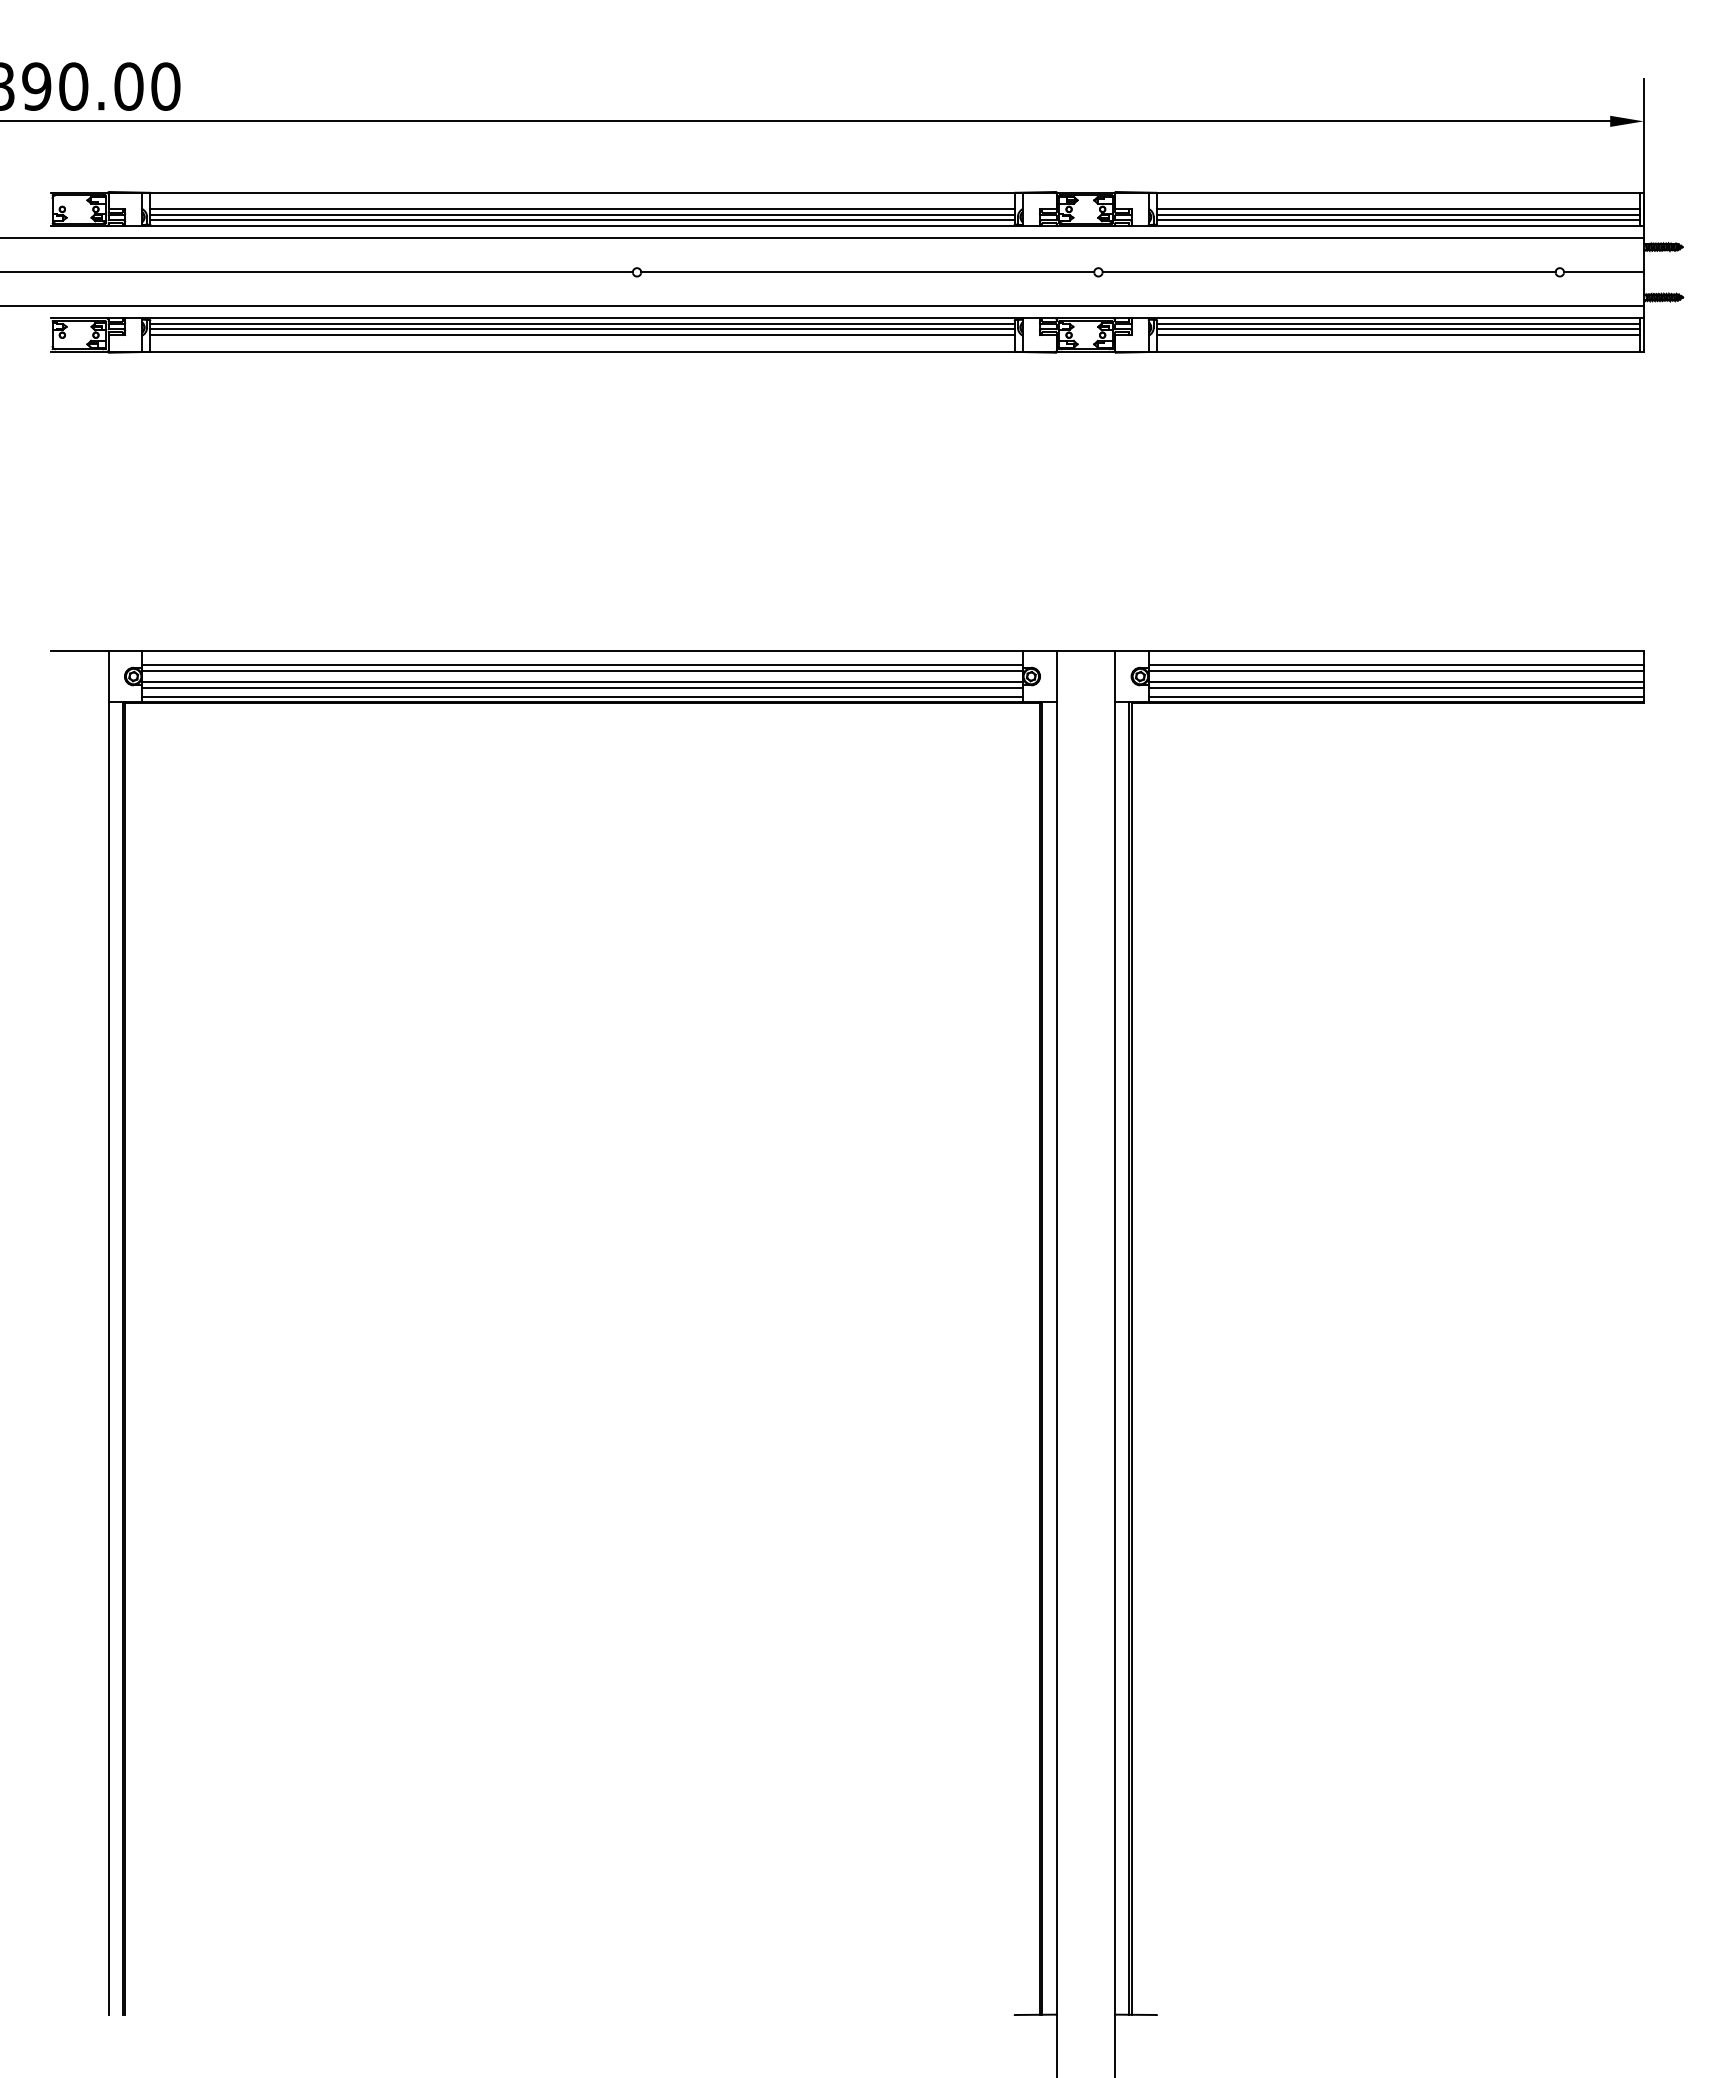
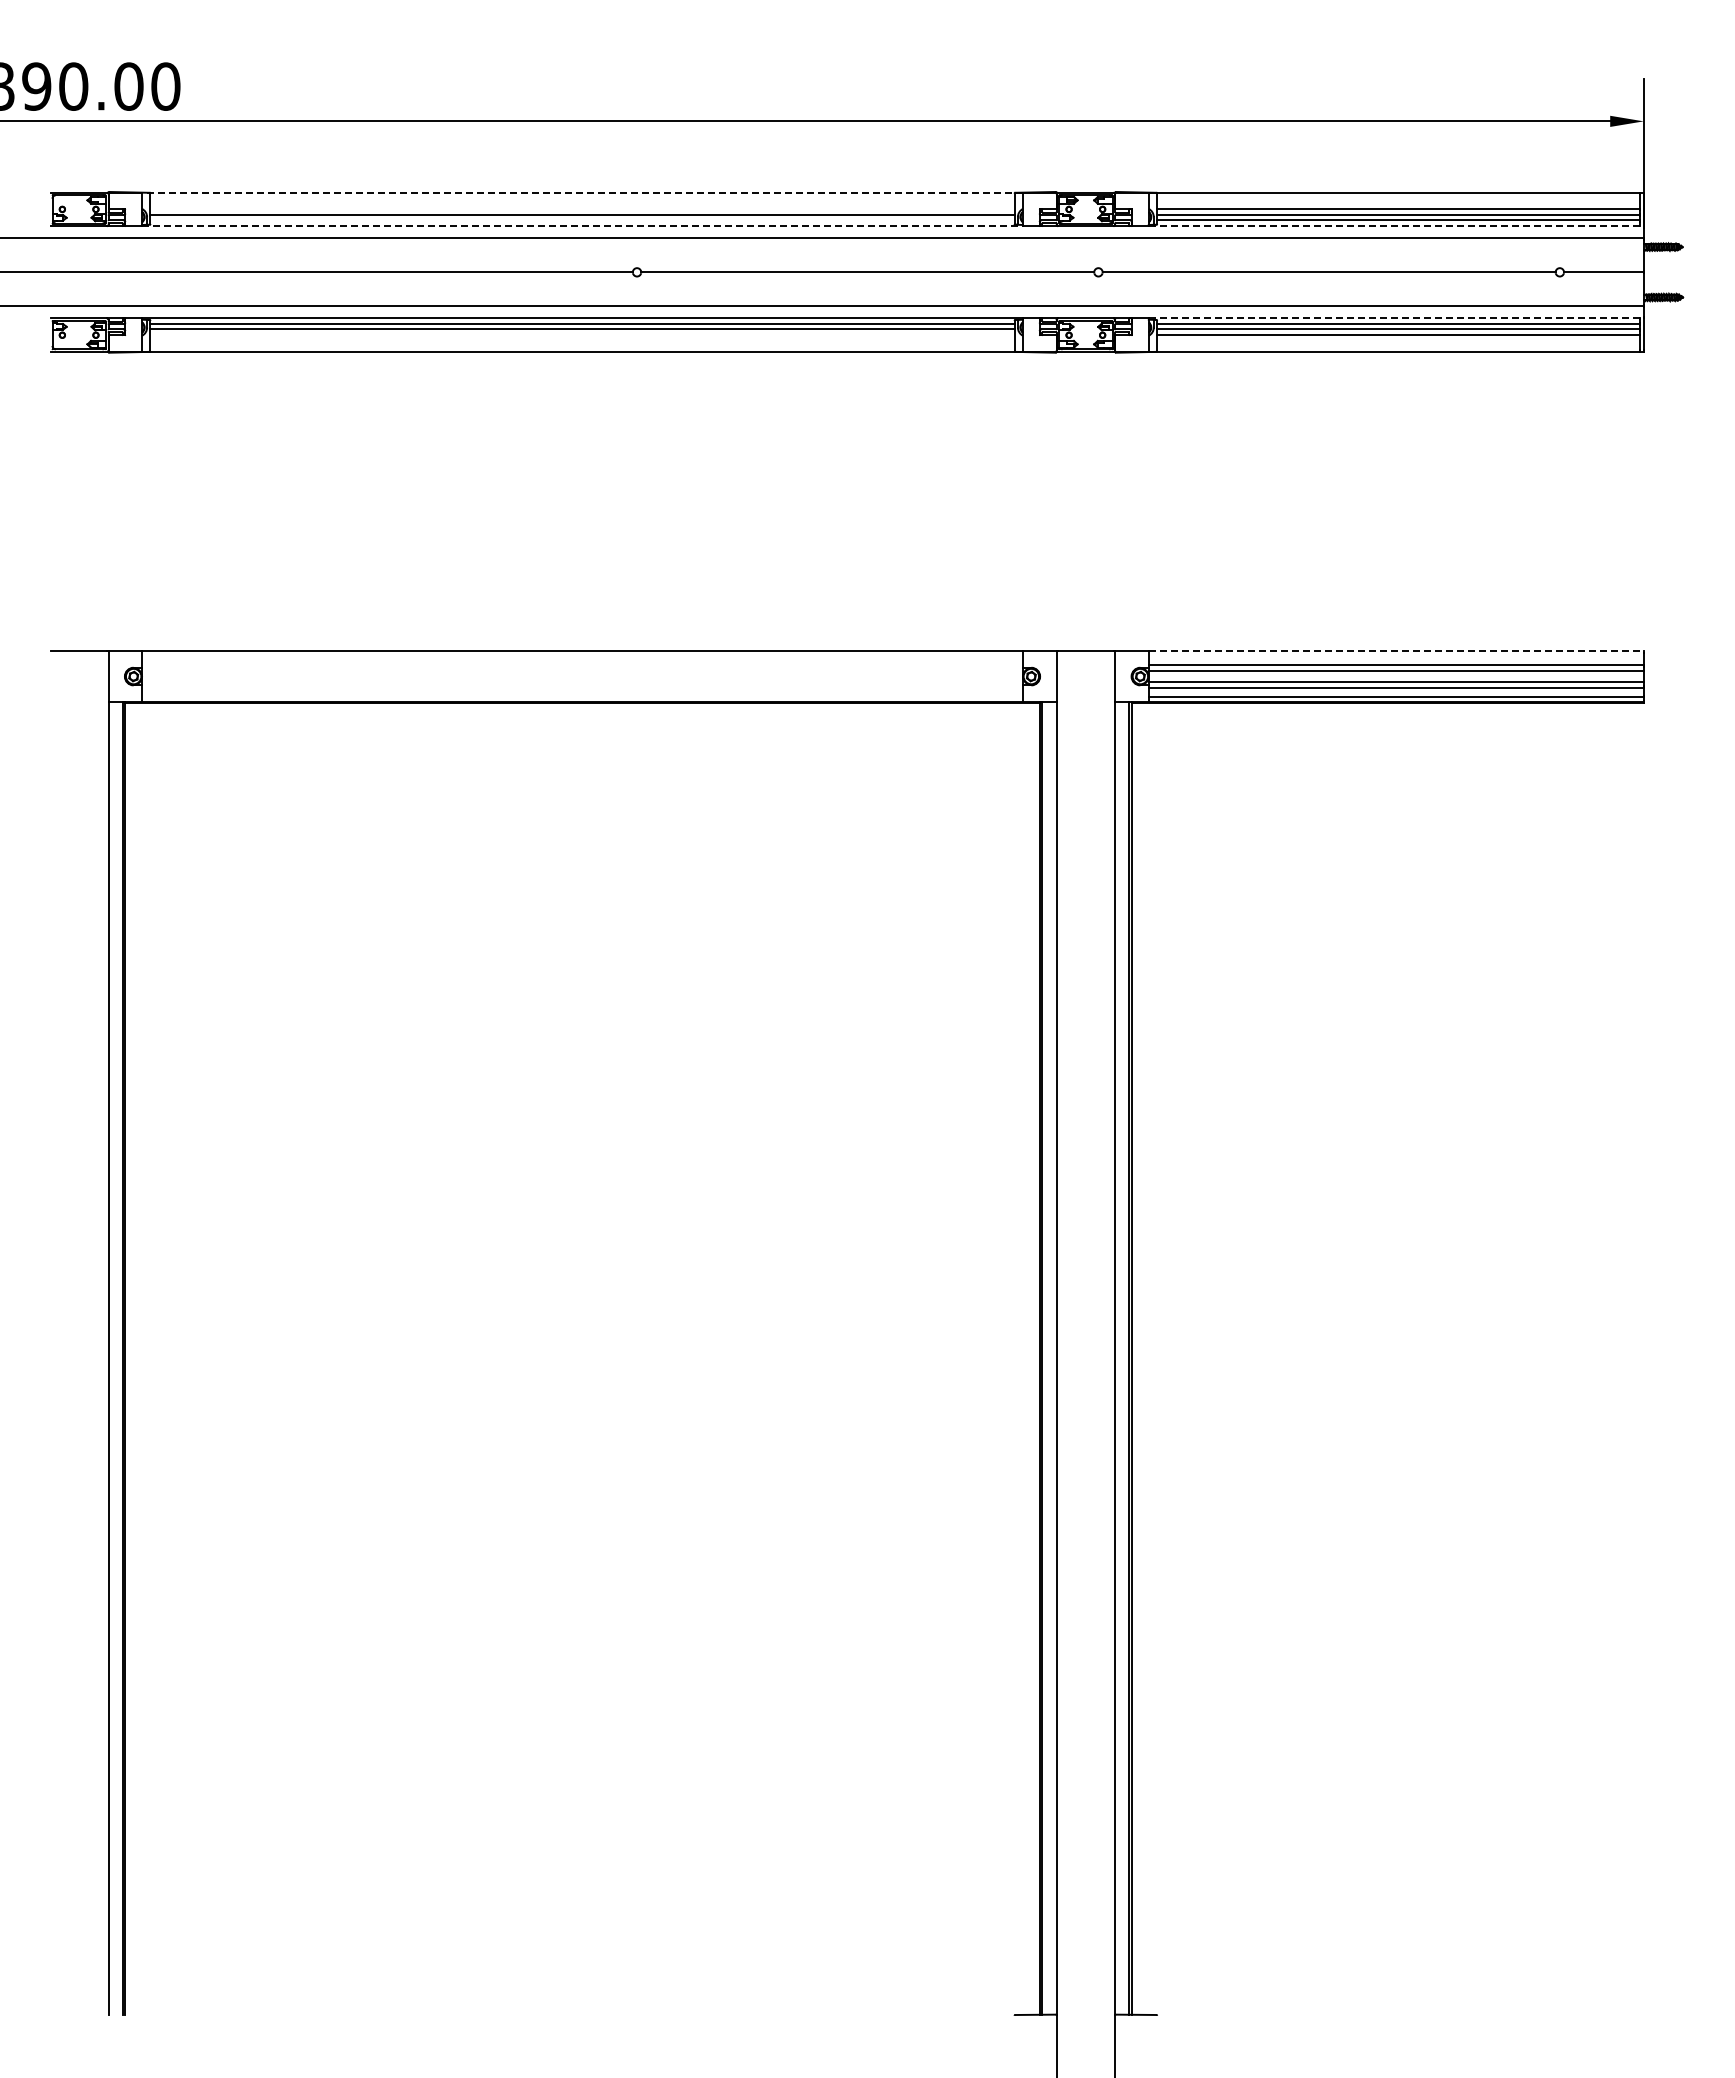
line at (582, 192): solid -> dashed
line at (582, 209): present -> none
line at (582, 220): present -> none
line at (583, 226): solid -> dashed
line at (1396, 226): solid -> dashed
line at (1396, 318): solid -> dashed
line at (582, 335): present -> none
line at (1396, 651): solid -> dashed
line at (582, 665): present -> none
line at (582, 671): present -> none
line at (582, 681): present -> none
line at (582, 687): present -> none
line at (582, 696): present -> none
